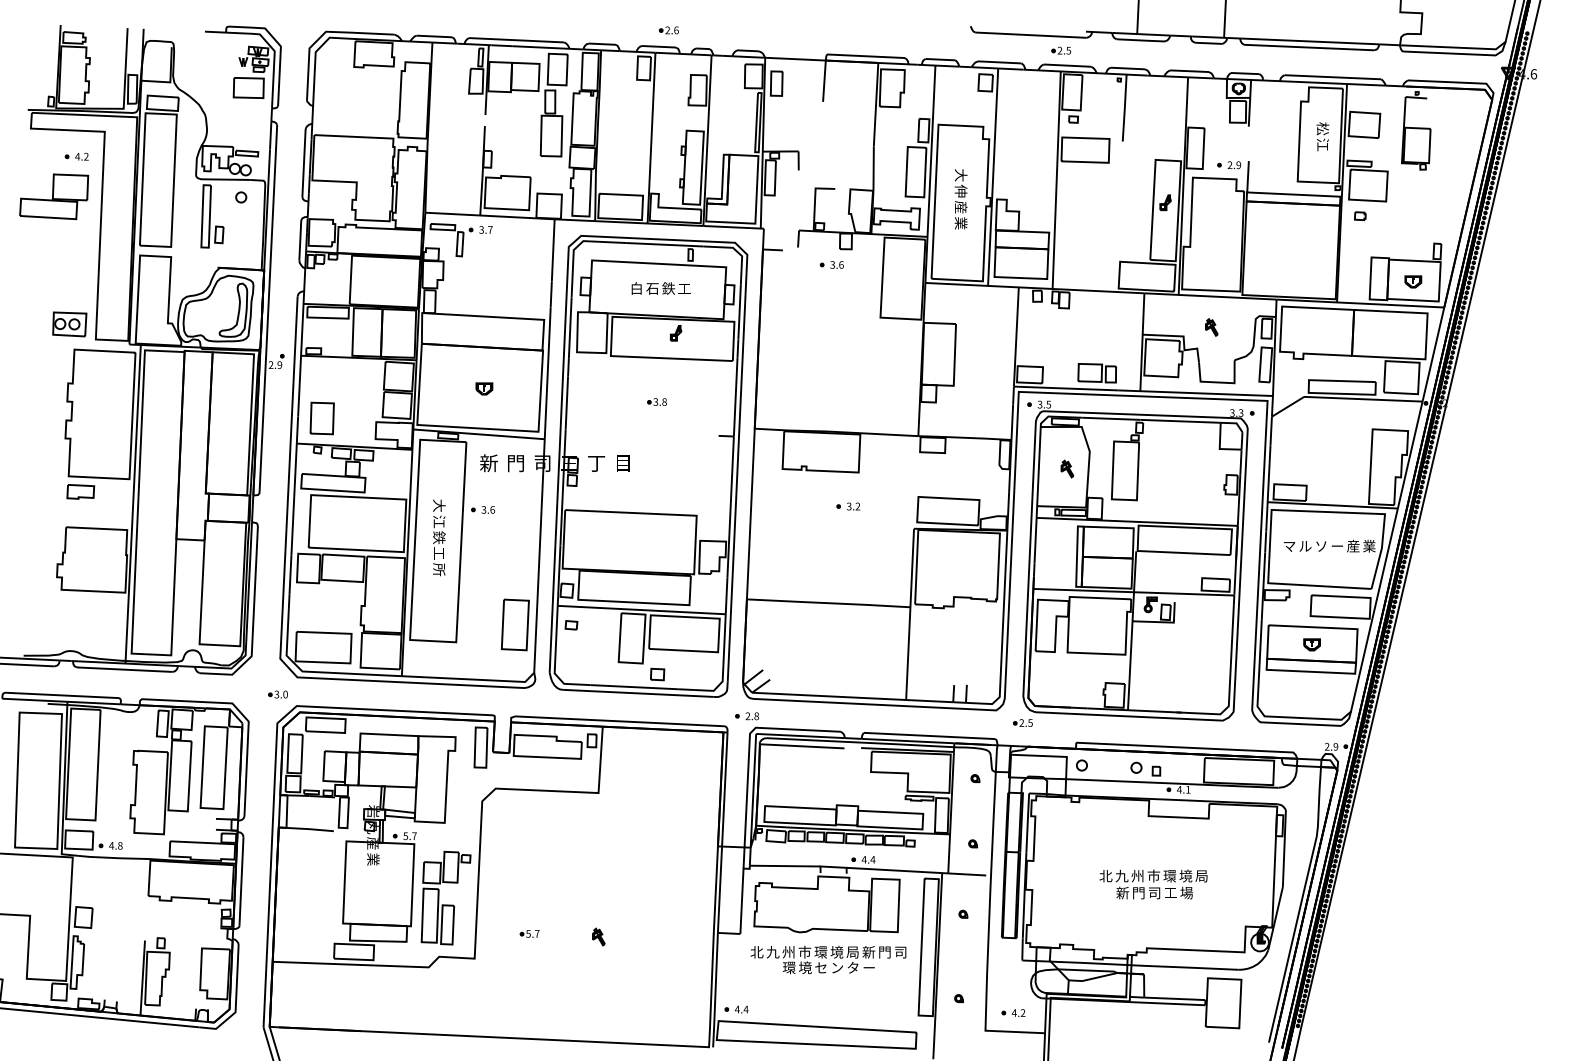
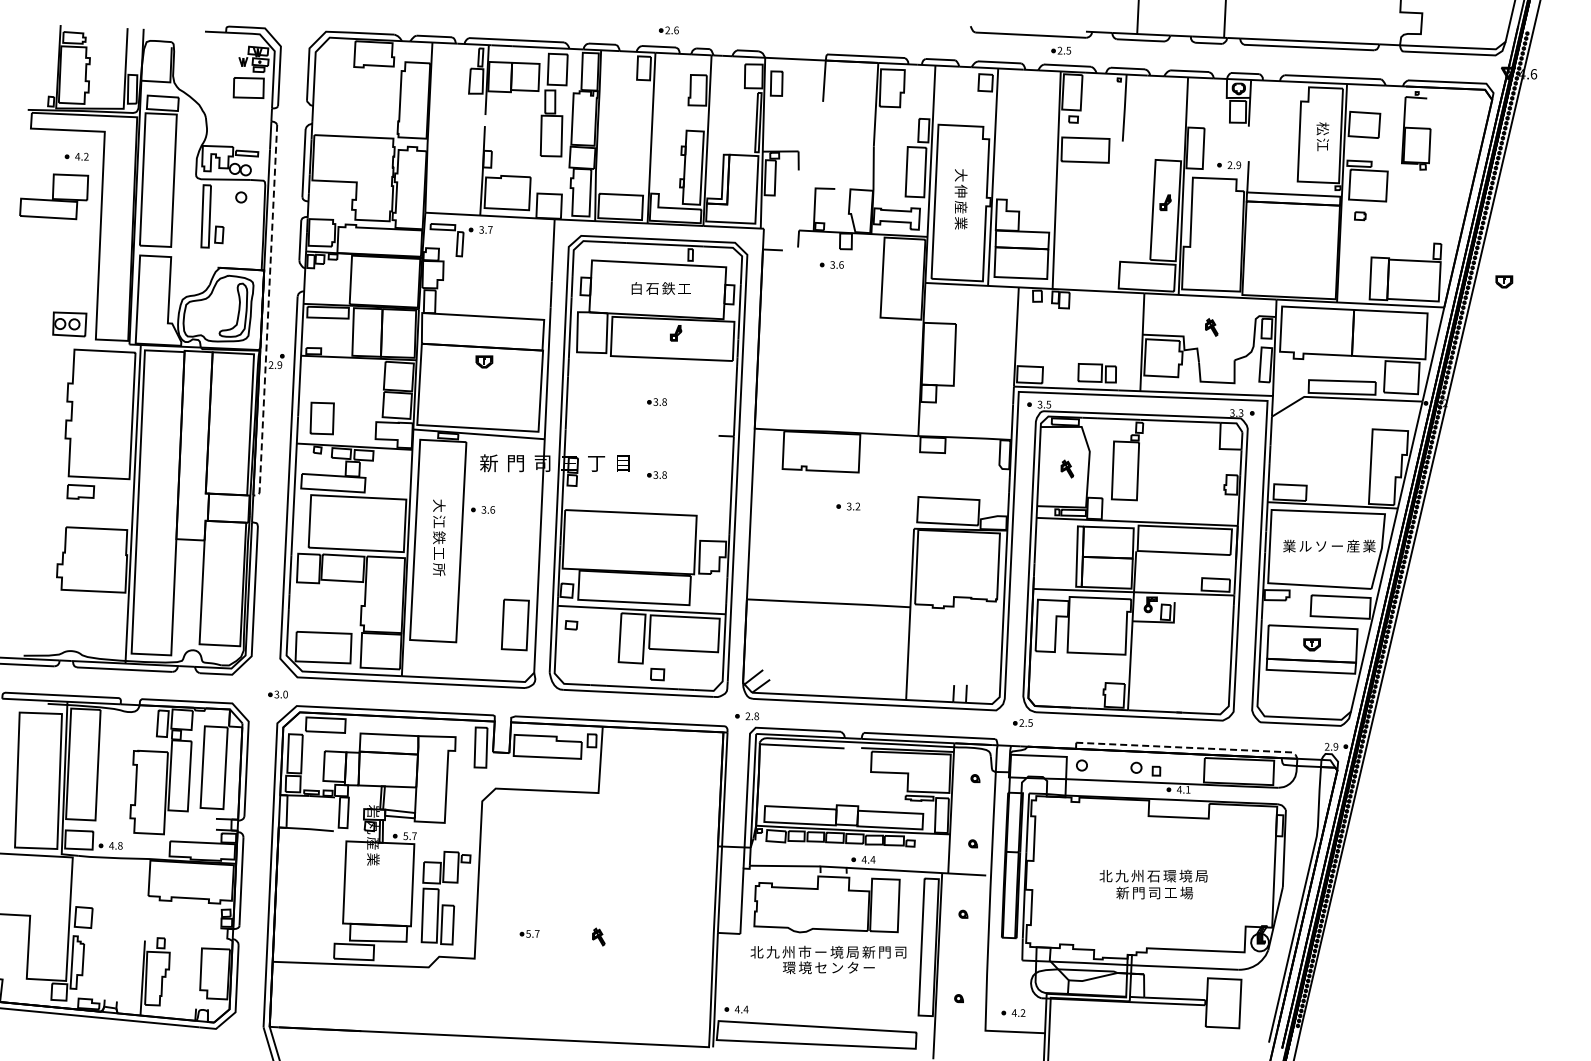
part at (1413, 281) position: (1413, 281) -> (1504, 281)
line at (268, 314): solid -> dashed
part at (484, 388) position: (484, 388) -> (484, 361)
part at (656, 474): none -> present
text at (1289, 545): マ -> 業
line at (1190, 747): solid -> dashed
text at (1153, 875): 市 -> 石
text at (820, 952): 環 -> ー
